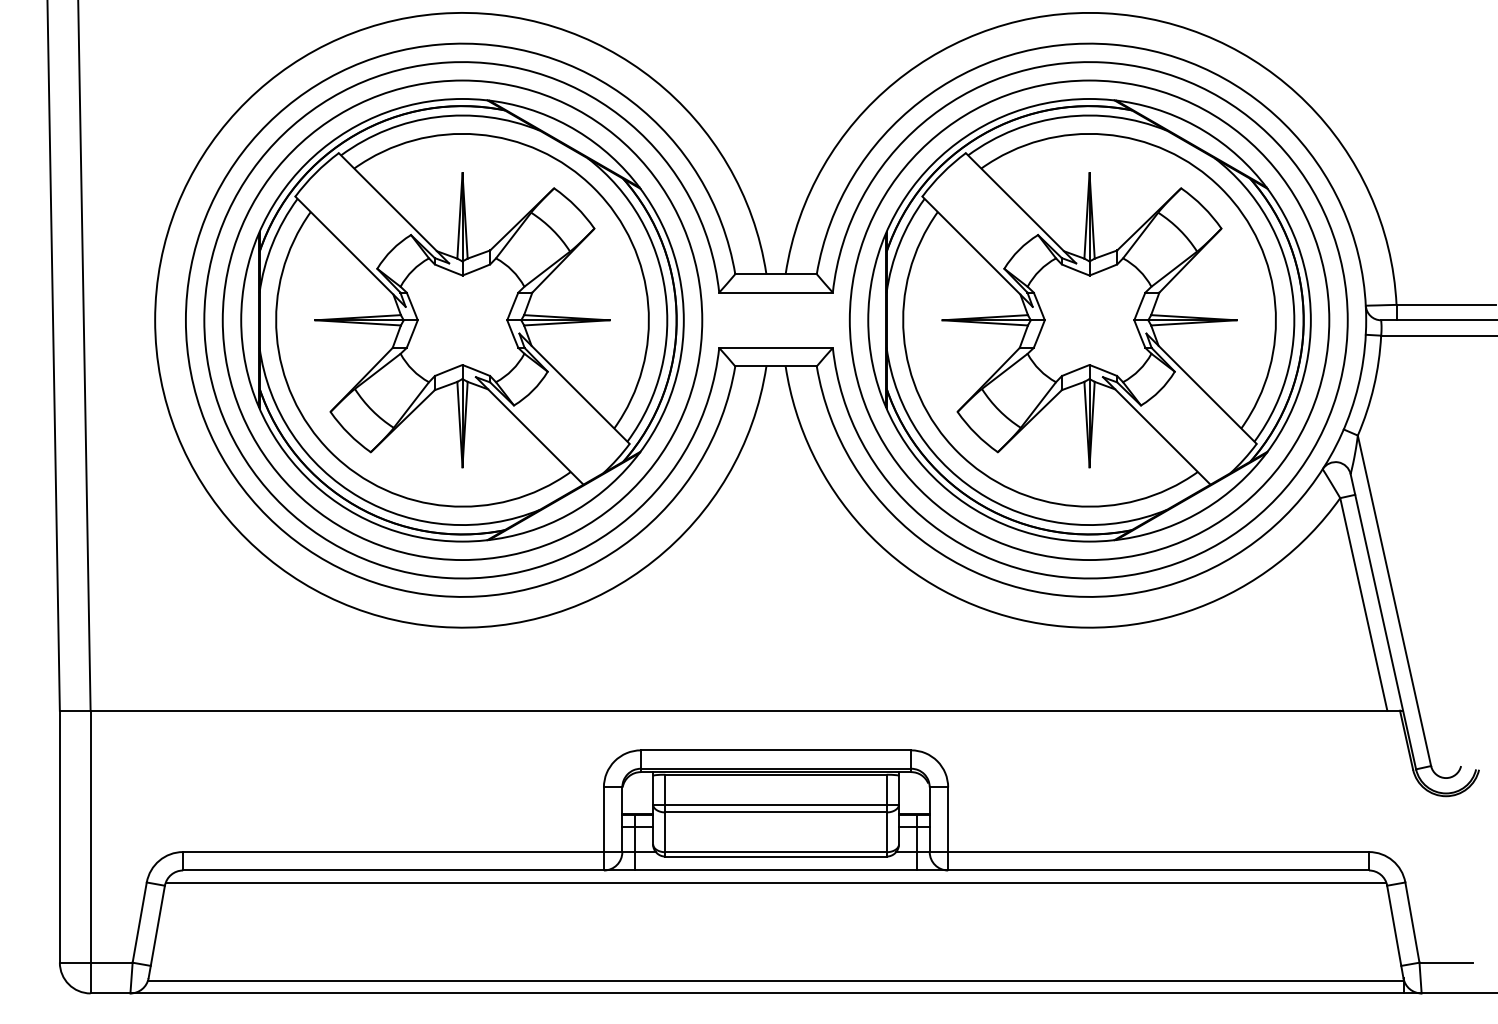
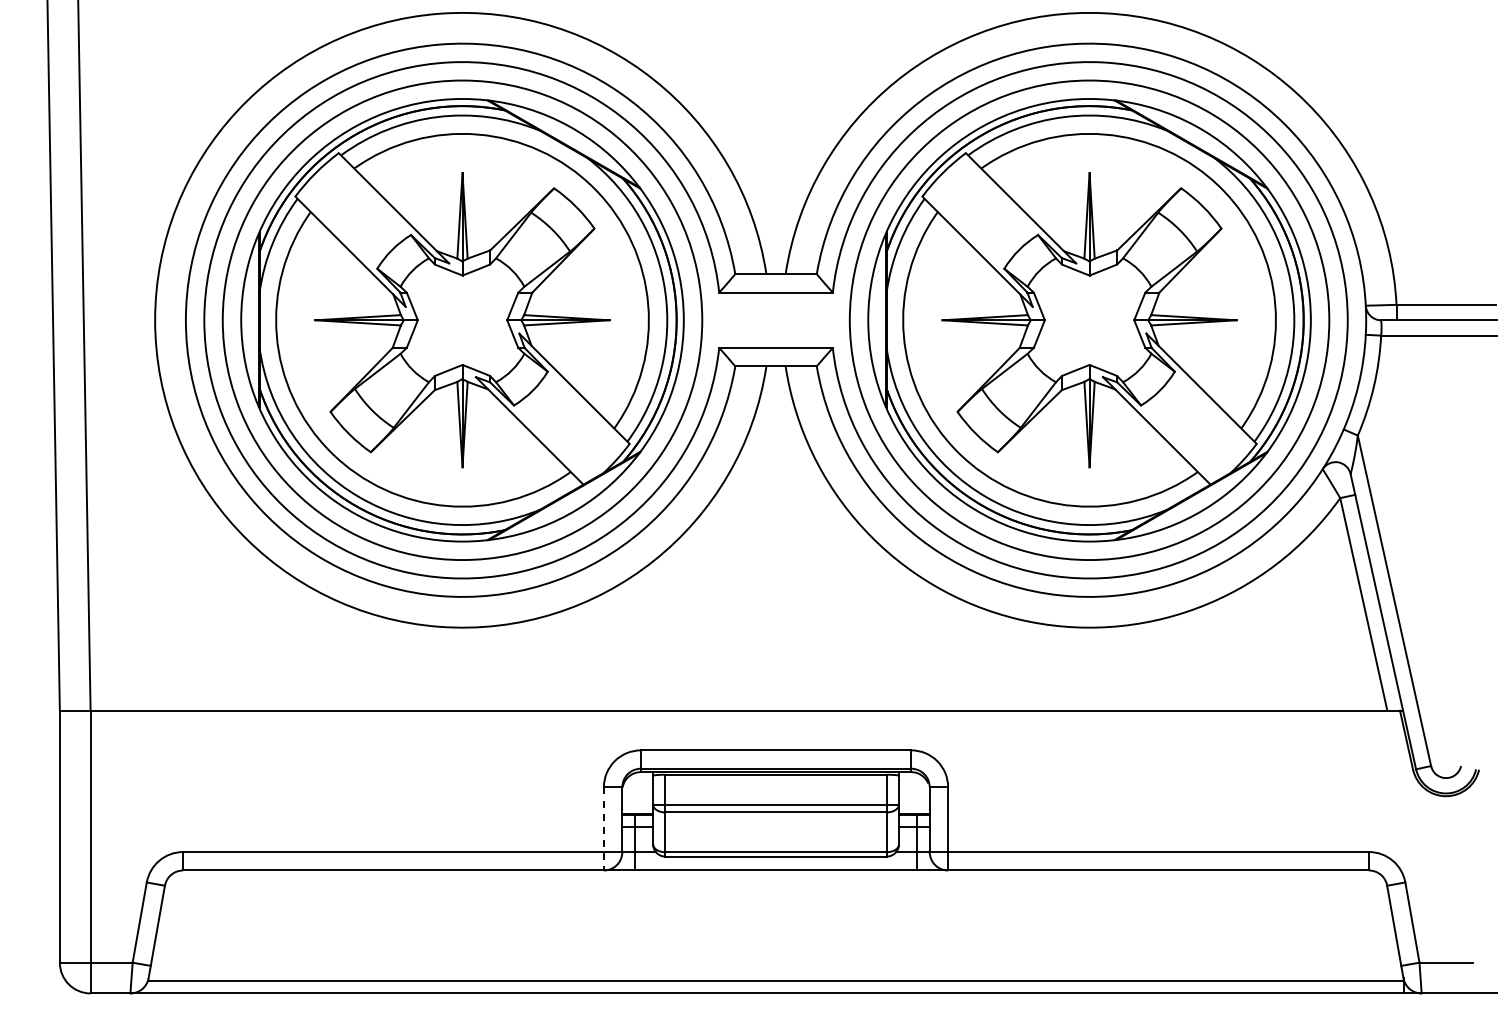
line at (603, 828): solid -> dashed
line at (775, 882): present -> none
